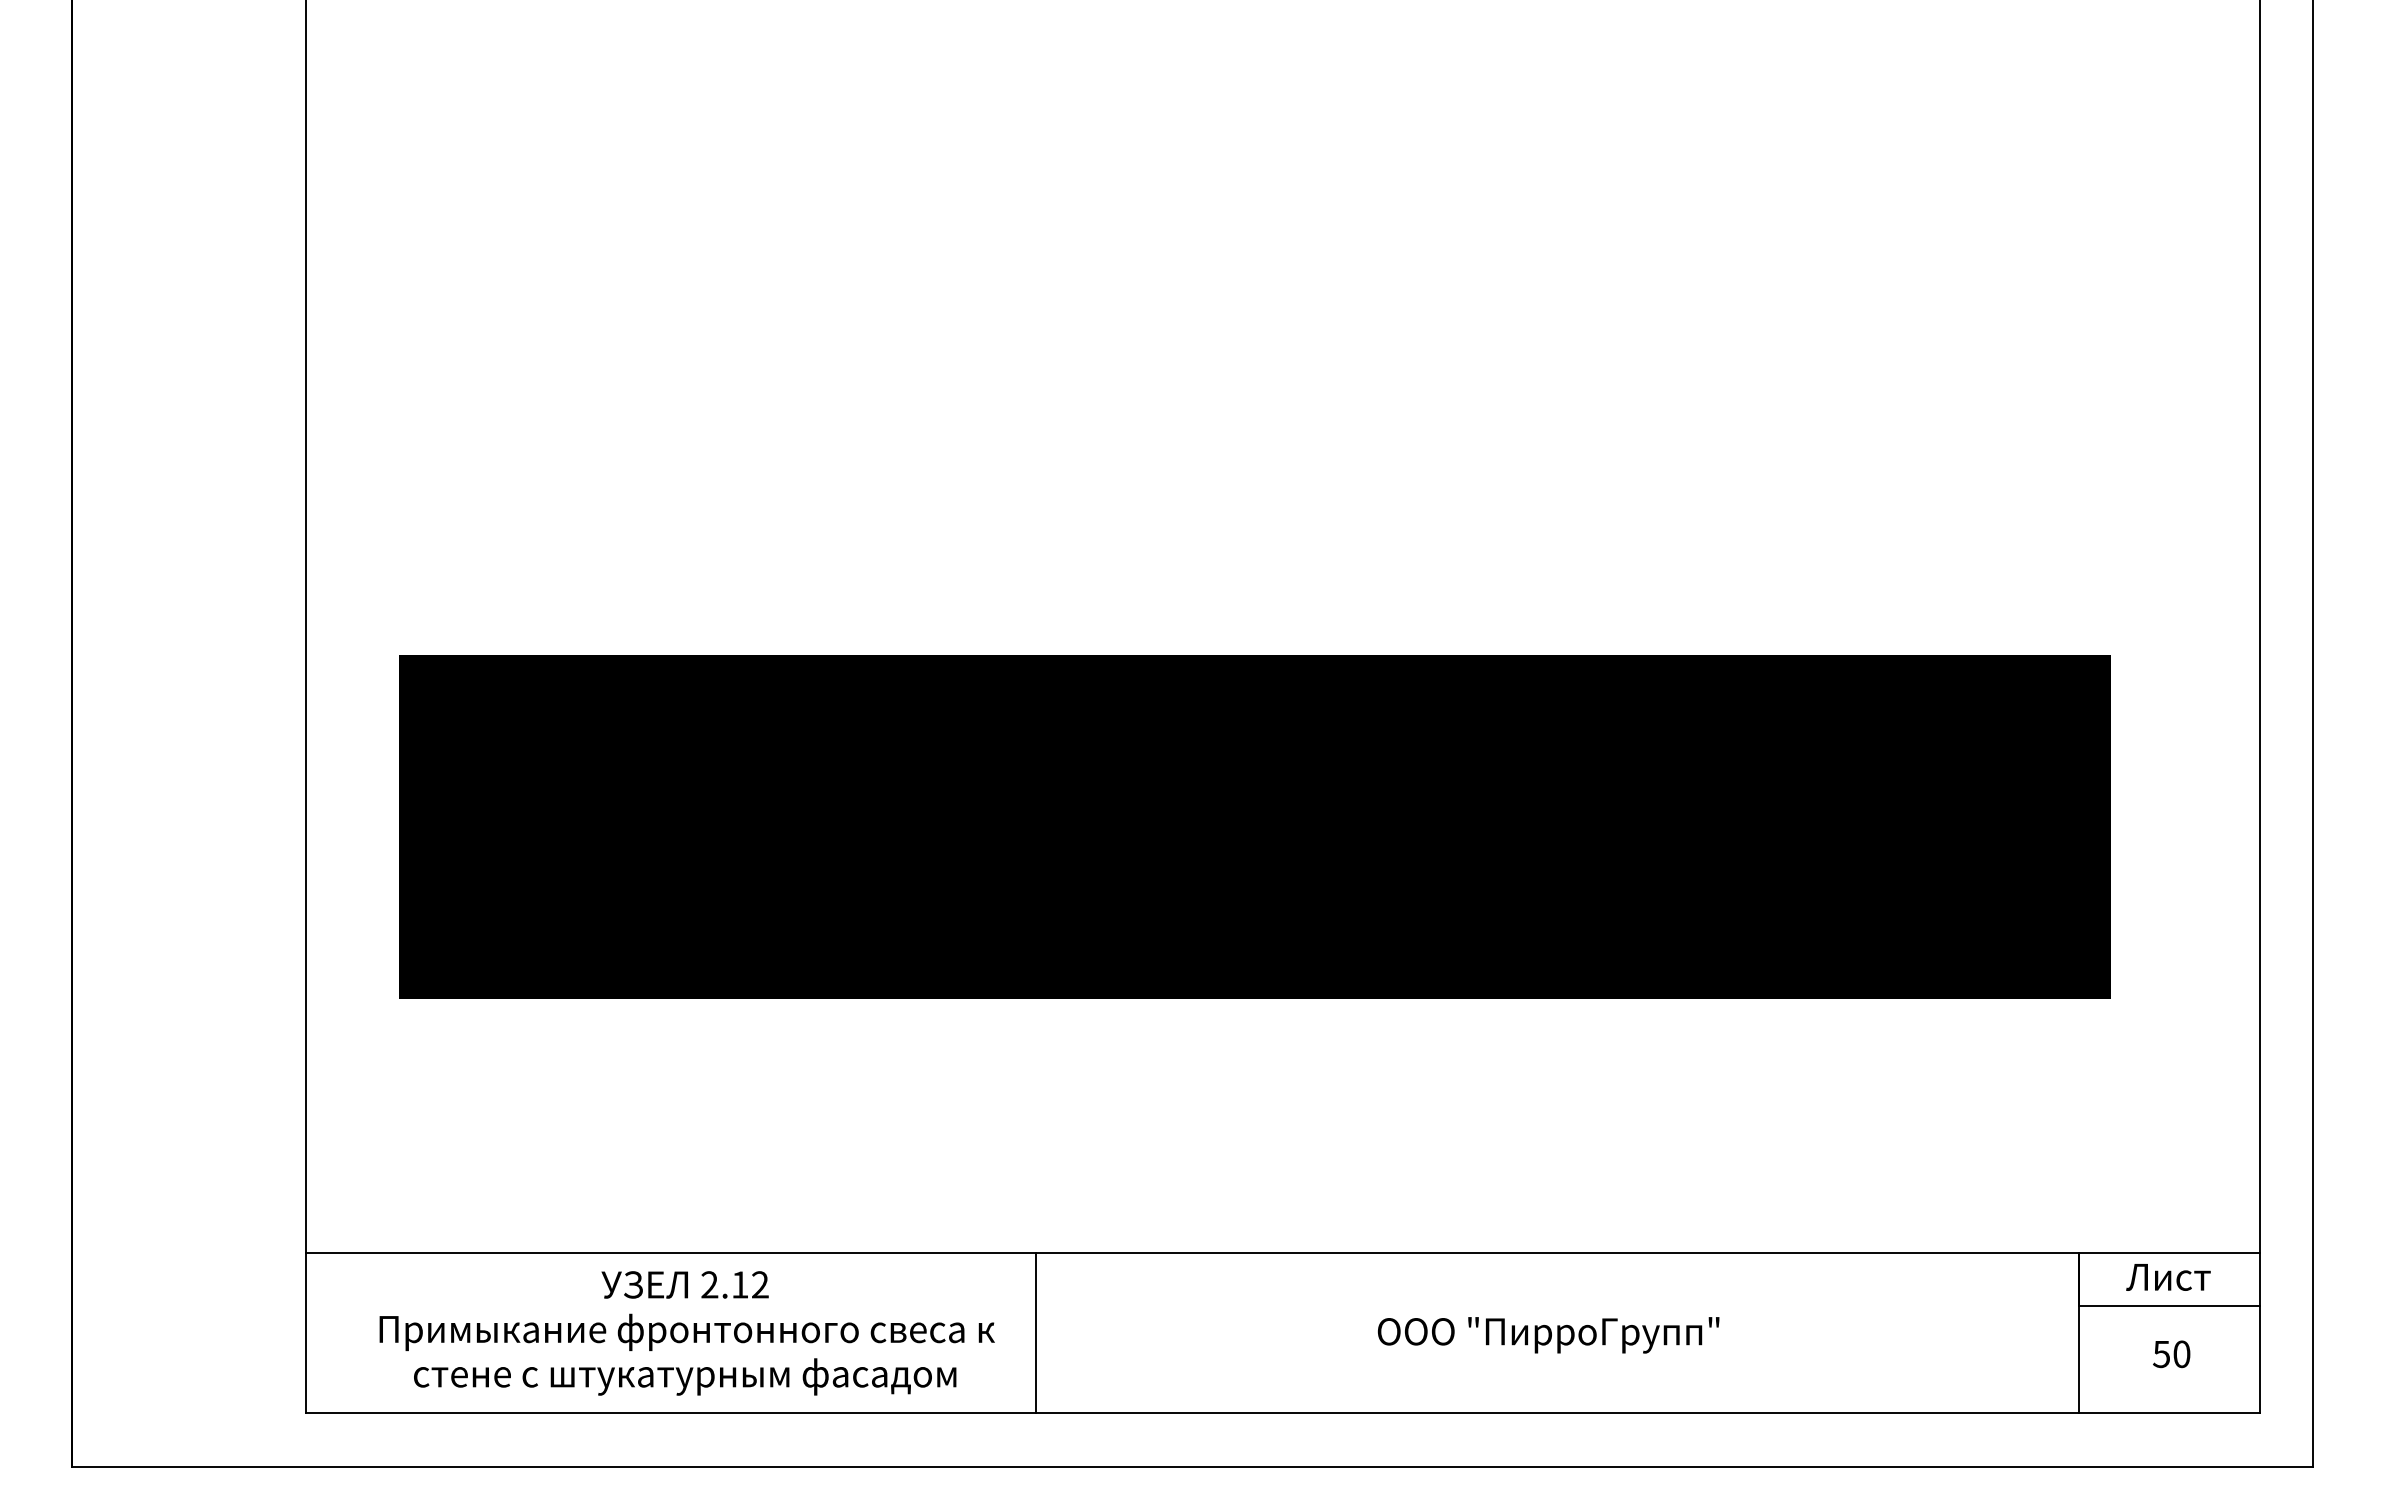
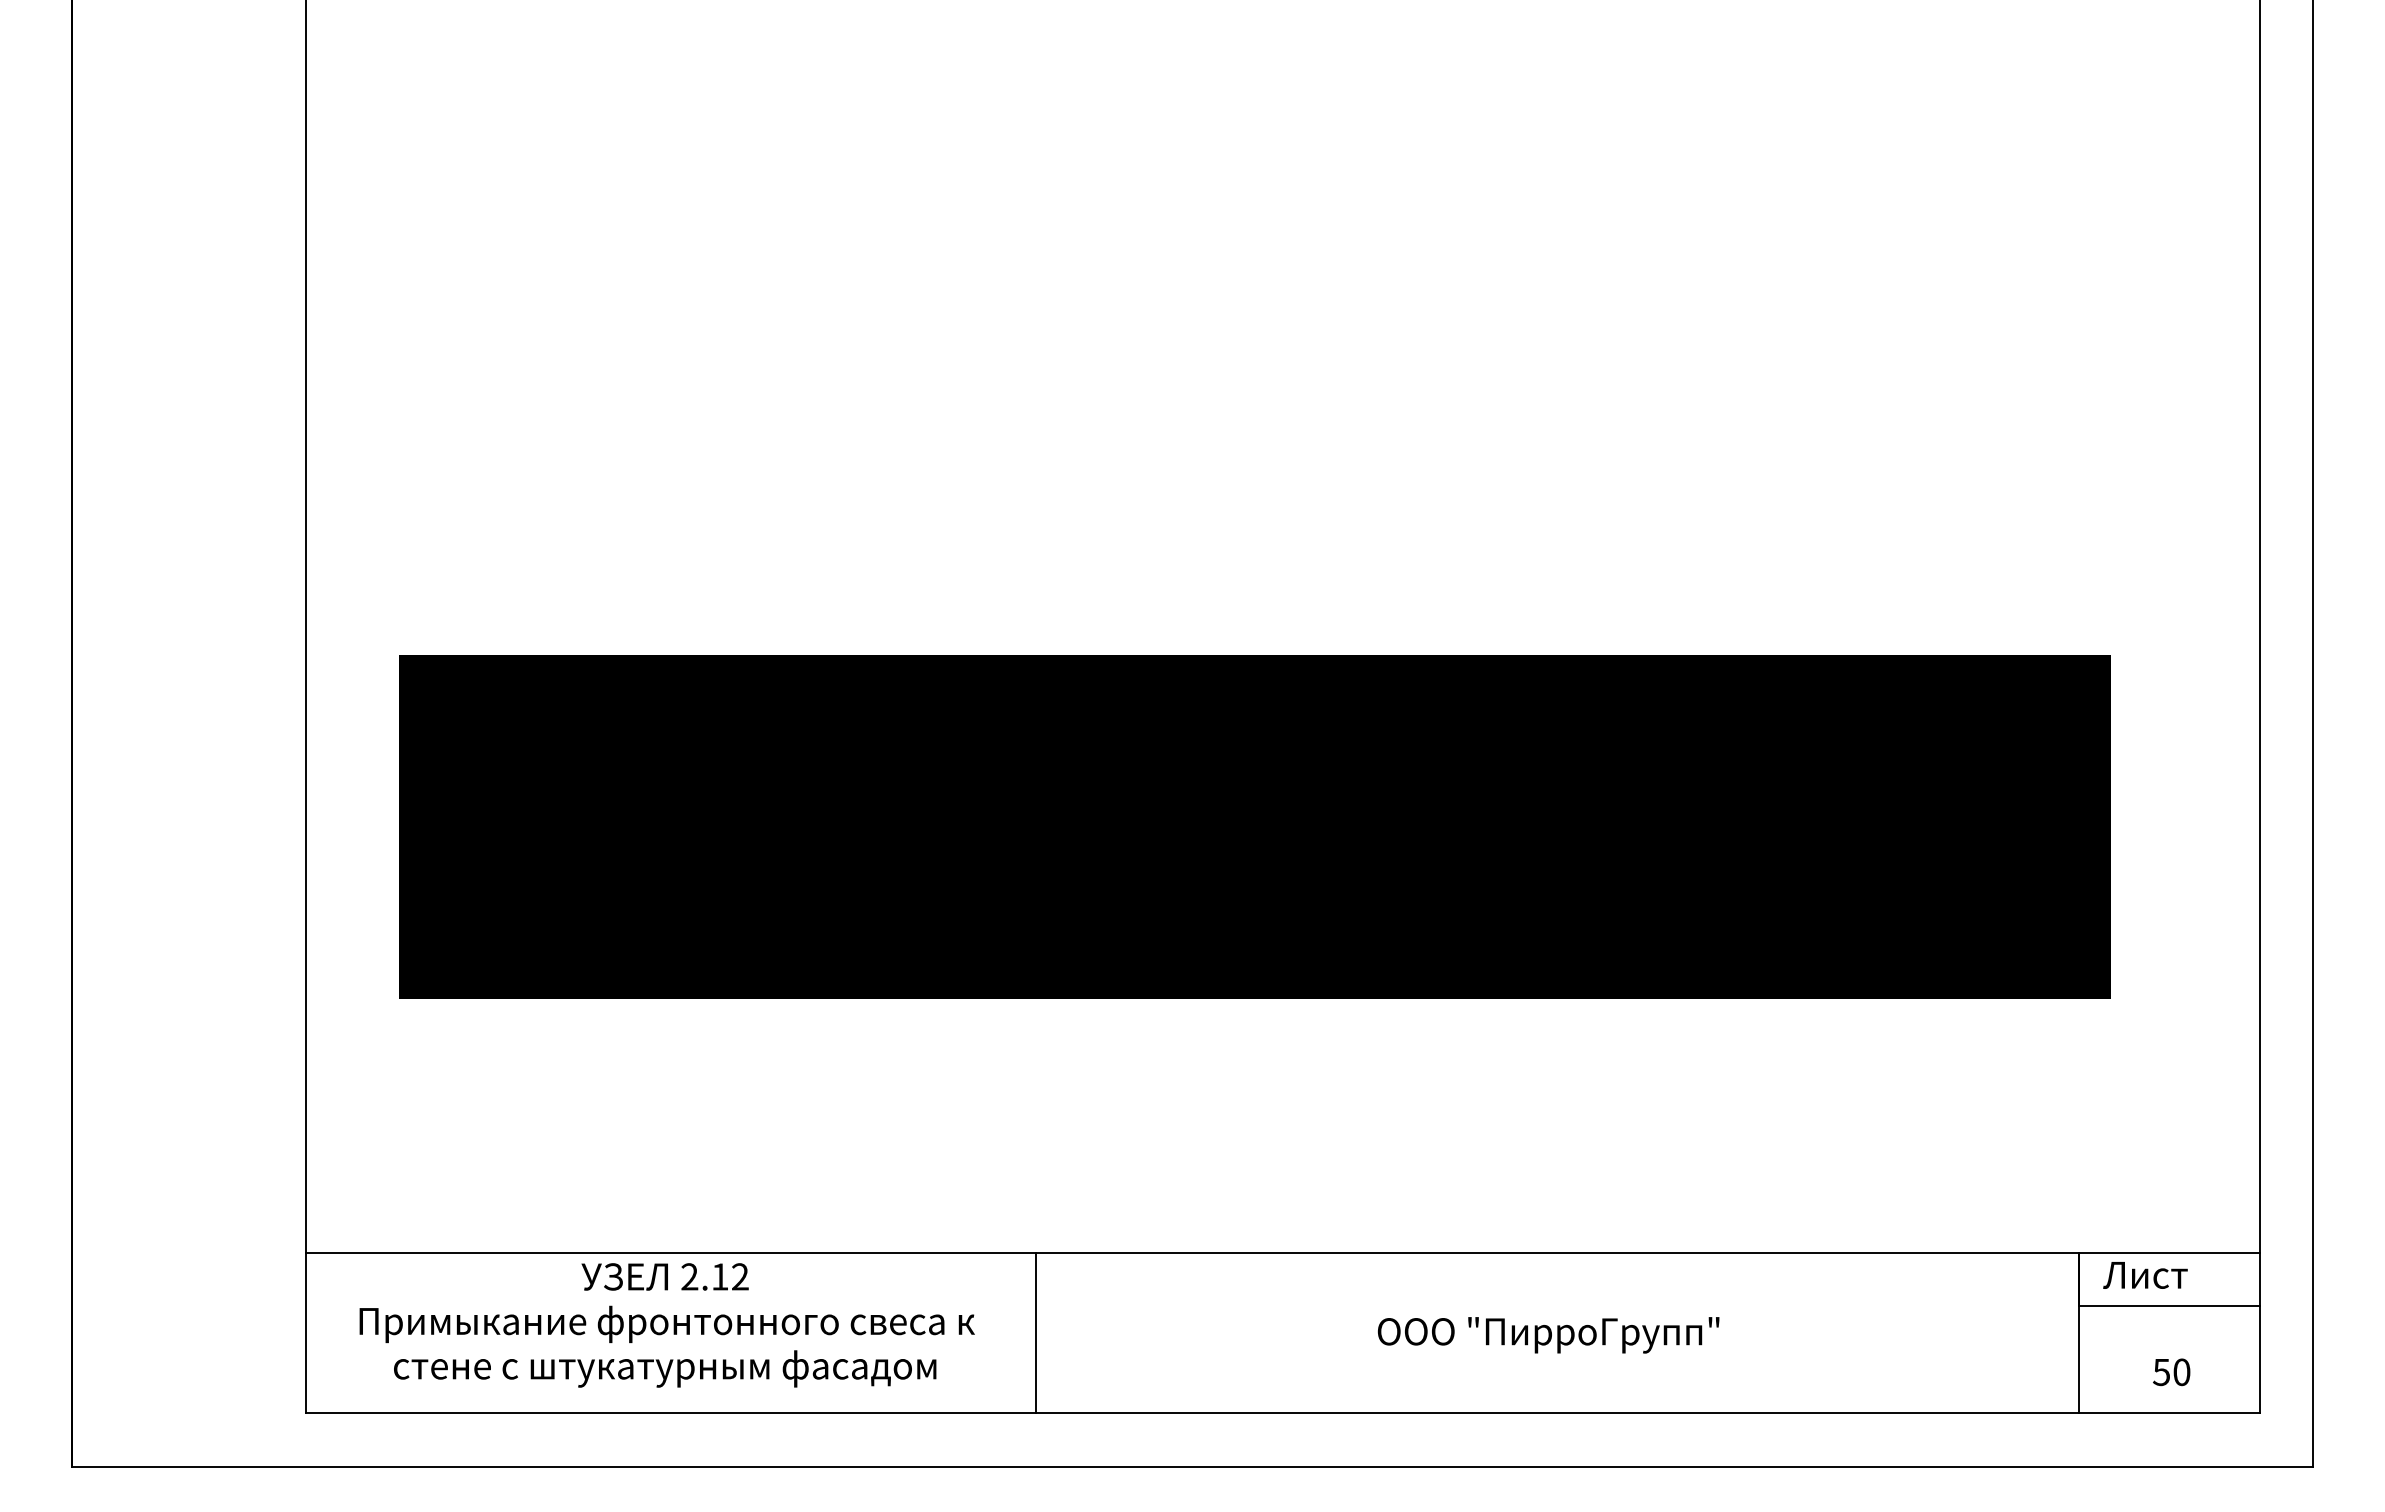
text at (2168, 1277) position: (2168, 1277) -> (2145, 1275)
text at (686, 1333) position: (686, 1333) -> (666, 1325)
text at (2171, 1354) position: (2171, 1354) -> (2171, 1372)
